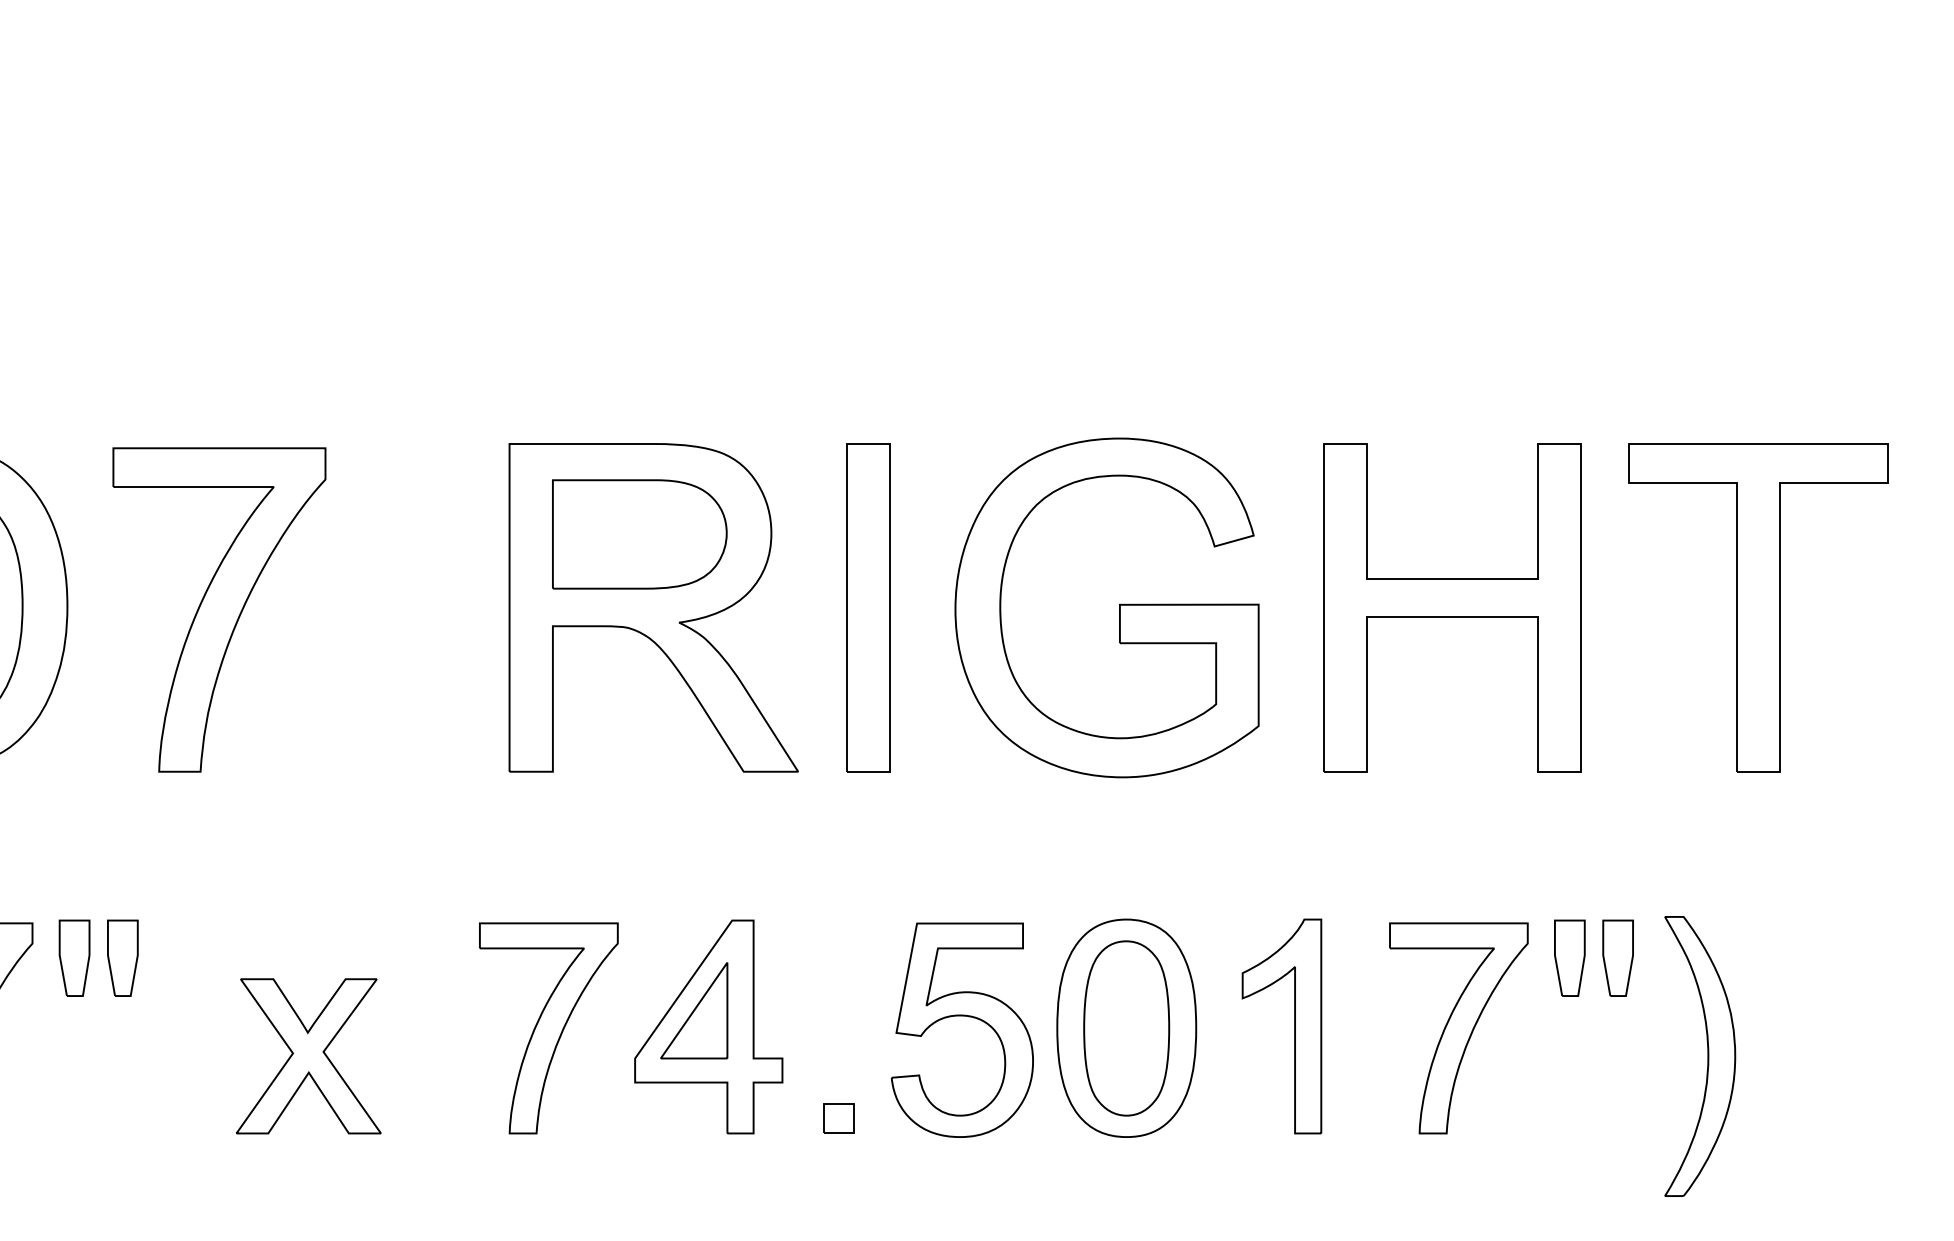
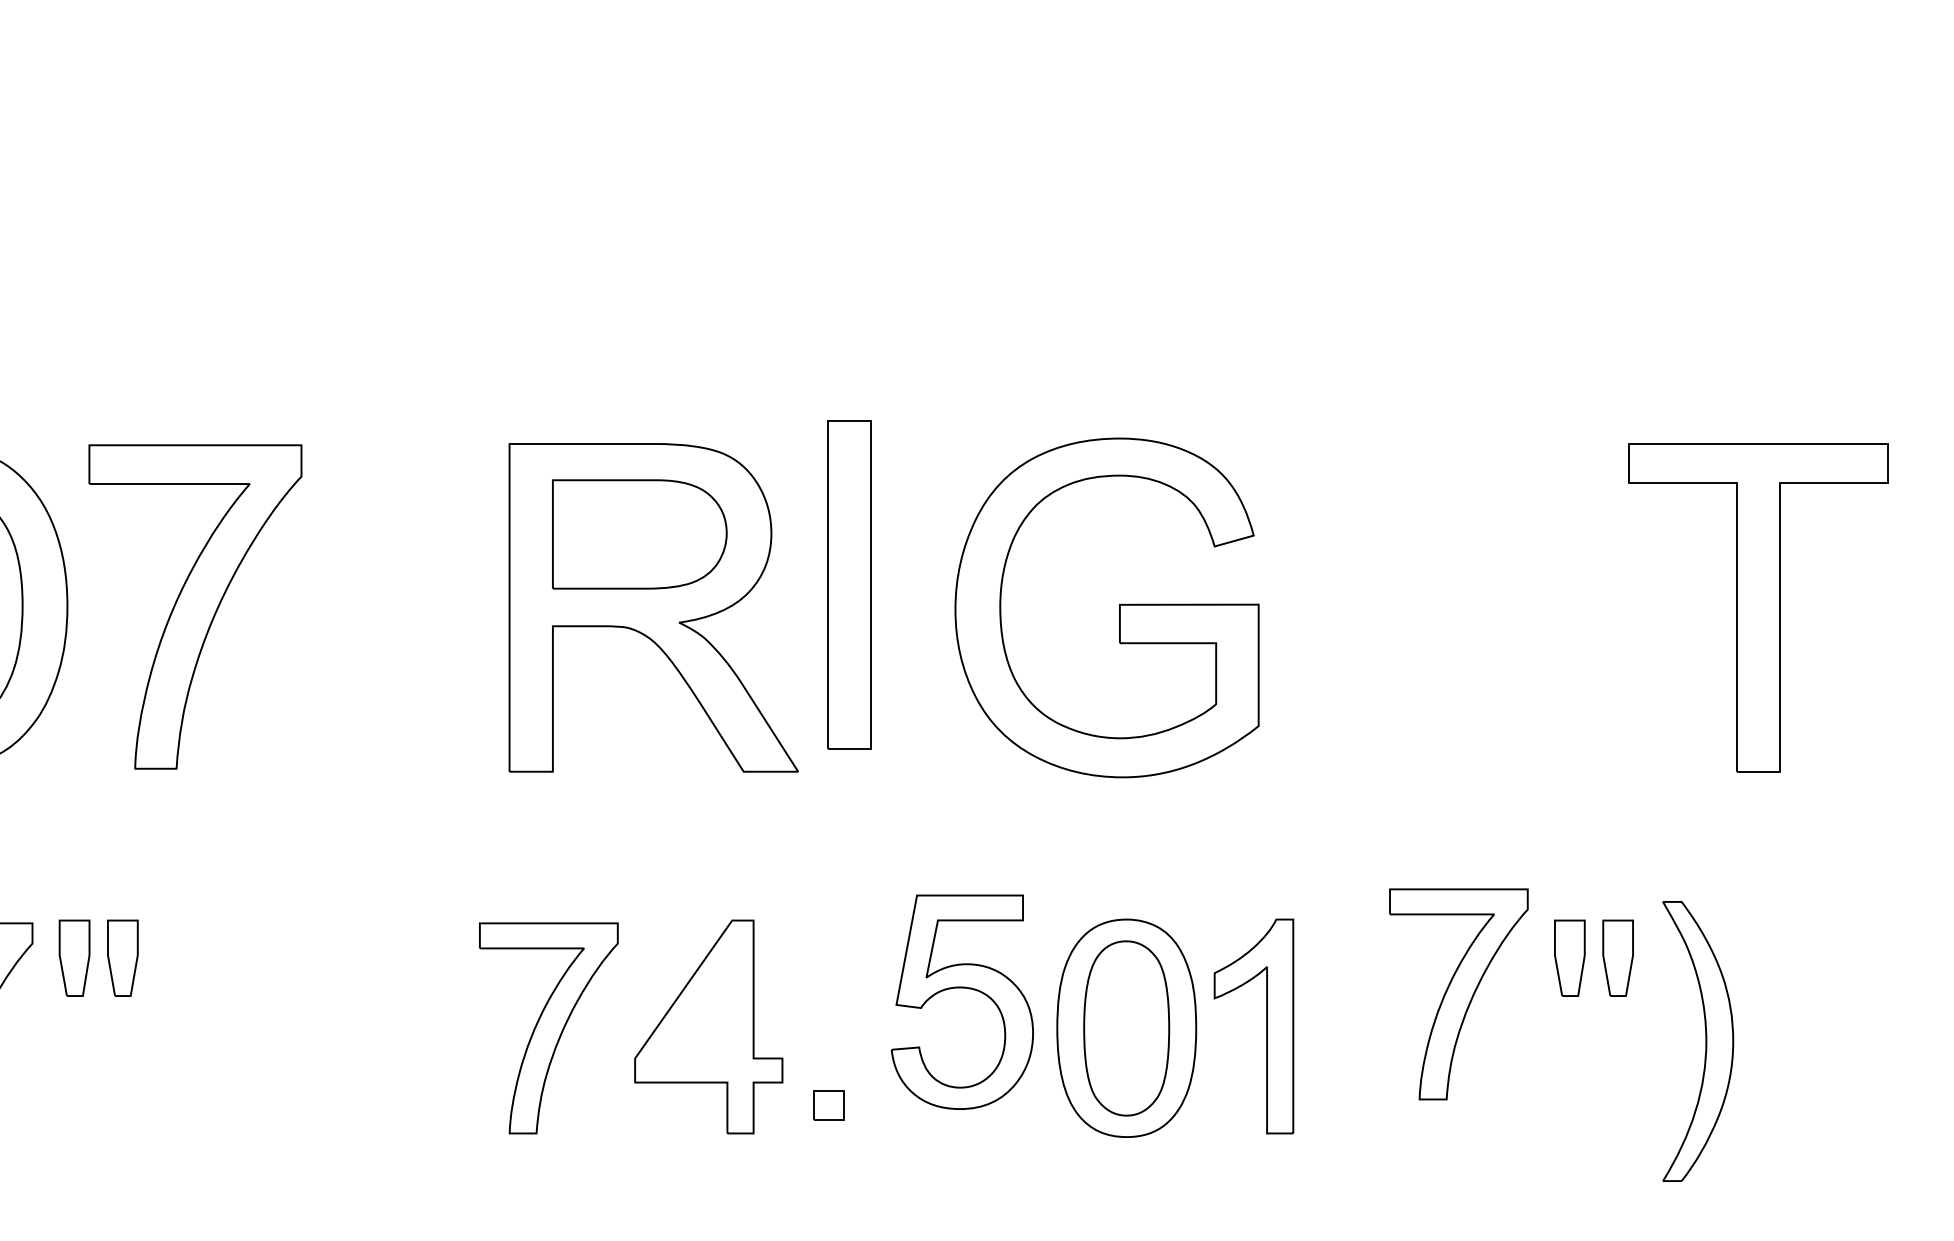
part at (868, 607) position: (868, 607) -> (849, 584)
part at (1452, 607): present -> none
part at (219, 609) position: (219, 609) -> (195, 606)
part at (694, 1010): present -> none
part at (961, 1016) position: (961, 1016) -> (961, 988)
part at (1294, 1026) position: (1294, 1026) -> (1266, 1026)
part at (1458, 1028) position: (1458, 1028) -> (1458, 994)
part at (308, 1056): present -> none
part at (1707, 1056) position: (1707, 1056) -> (1705, 1041)
part at (838, 1118) position: (838, 1118) -> (828, 1105)
